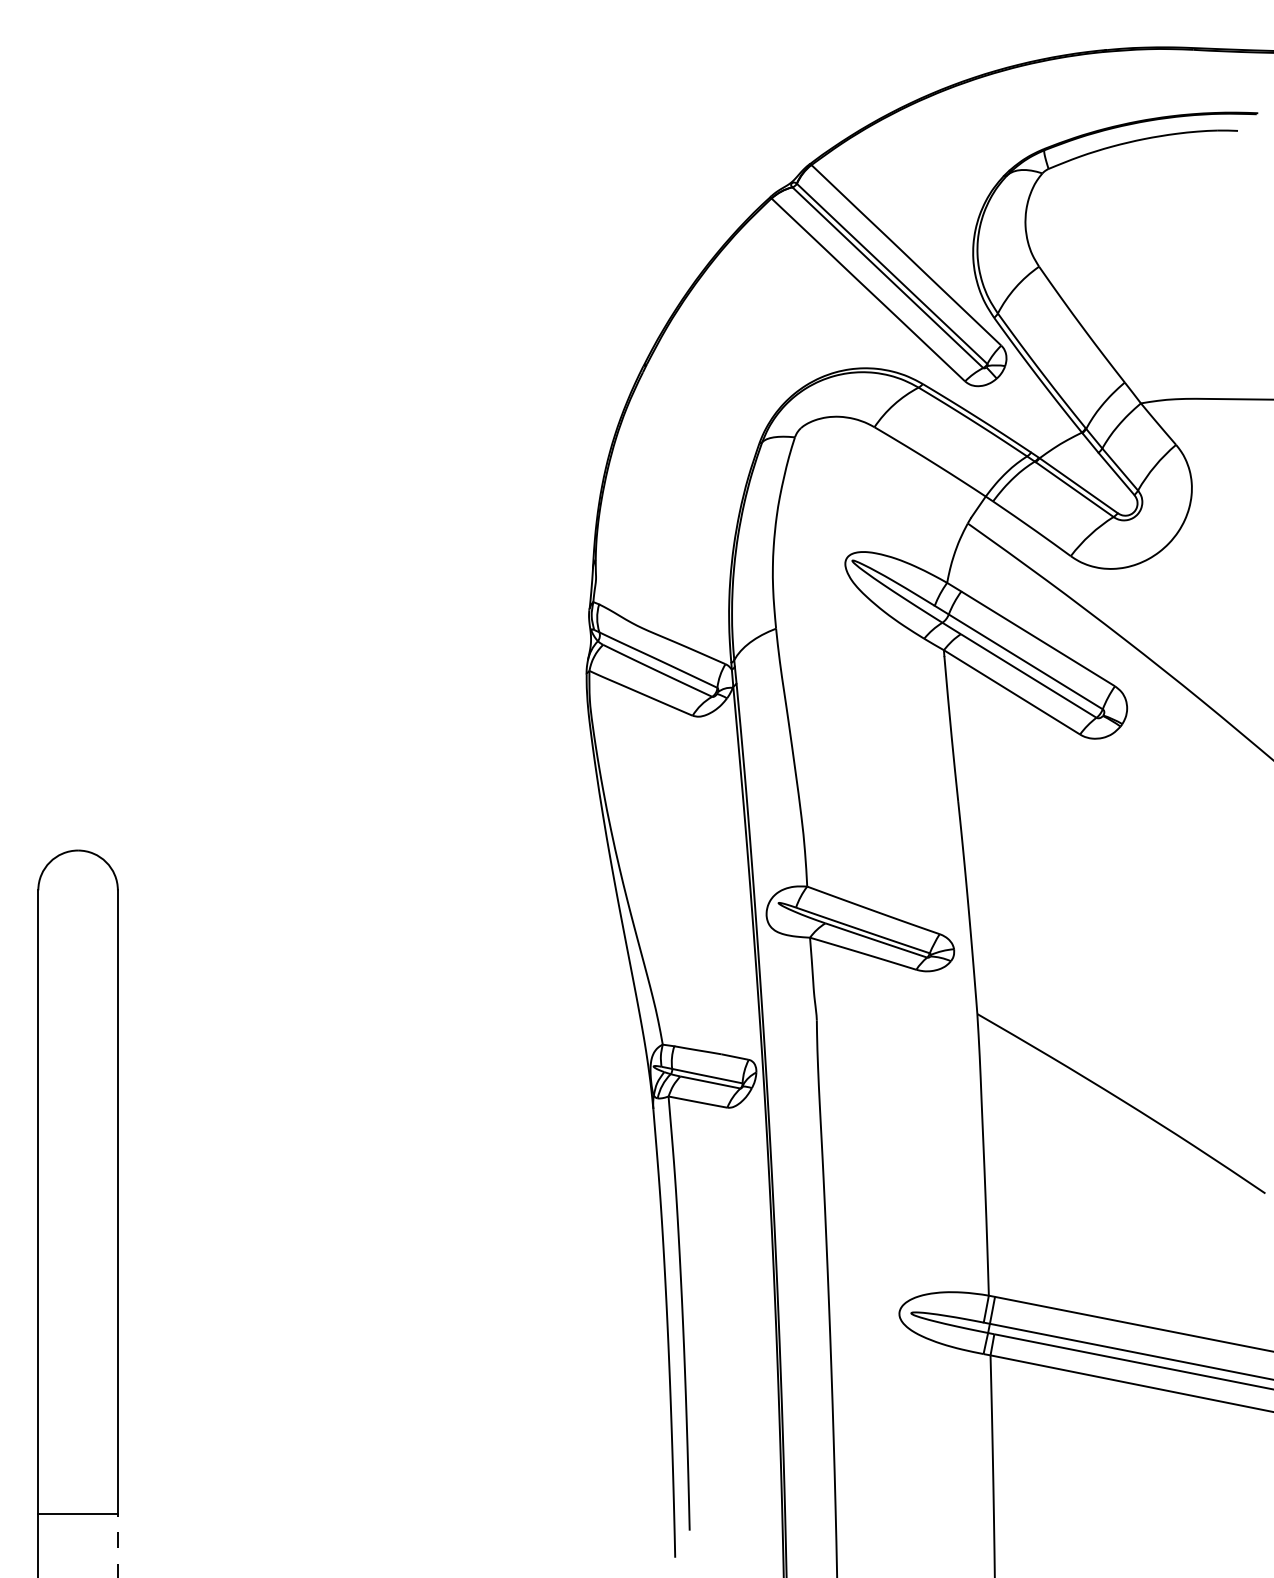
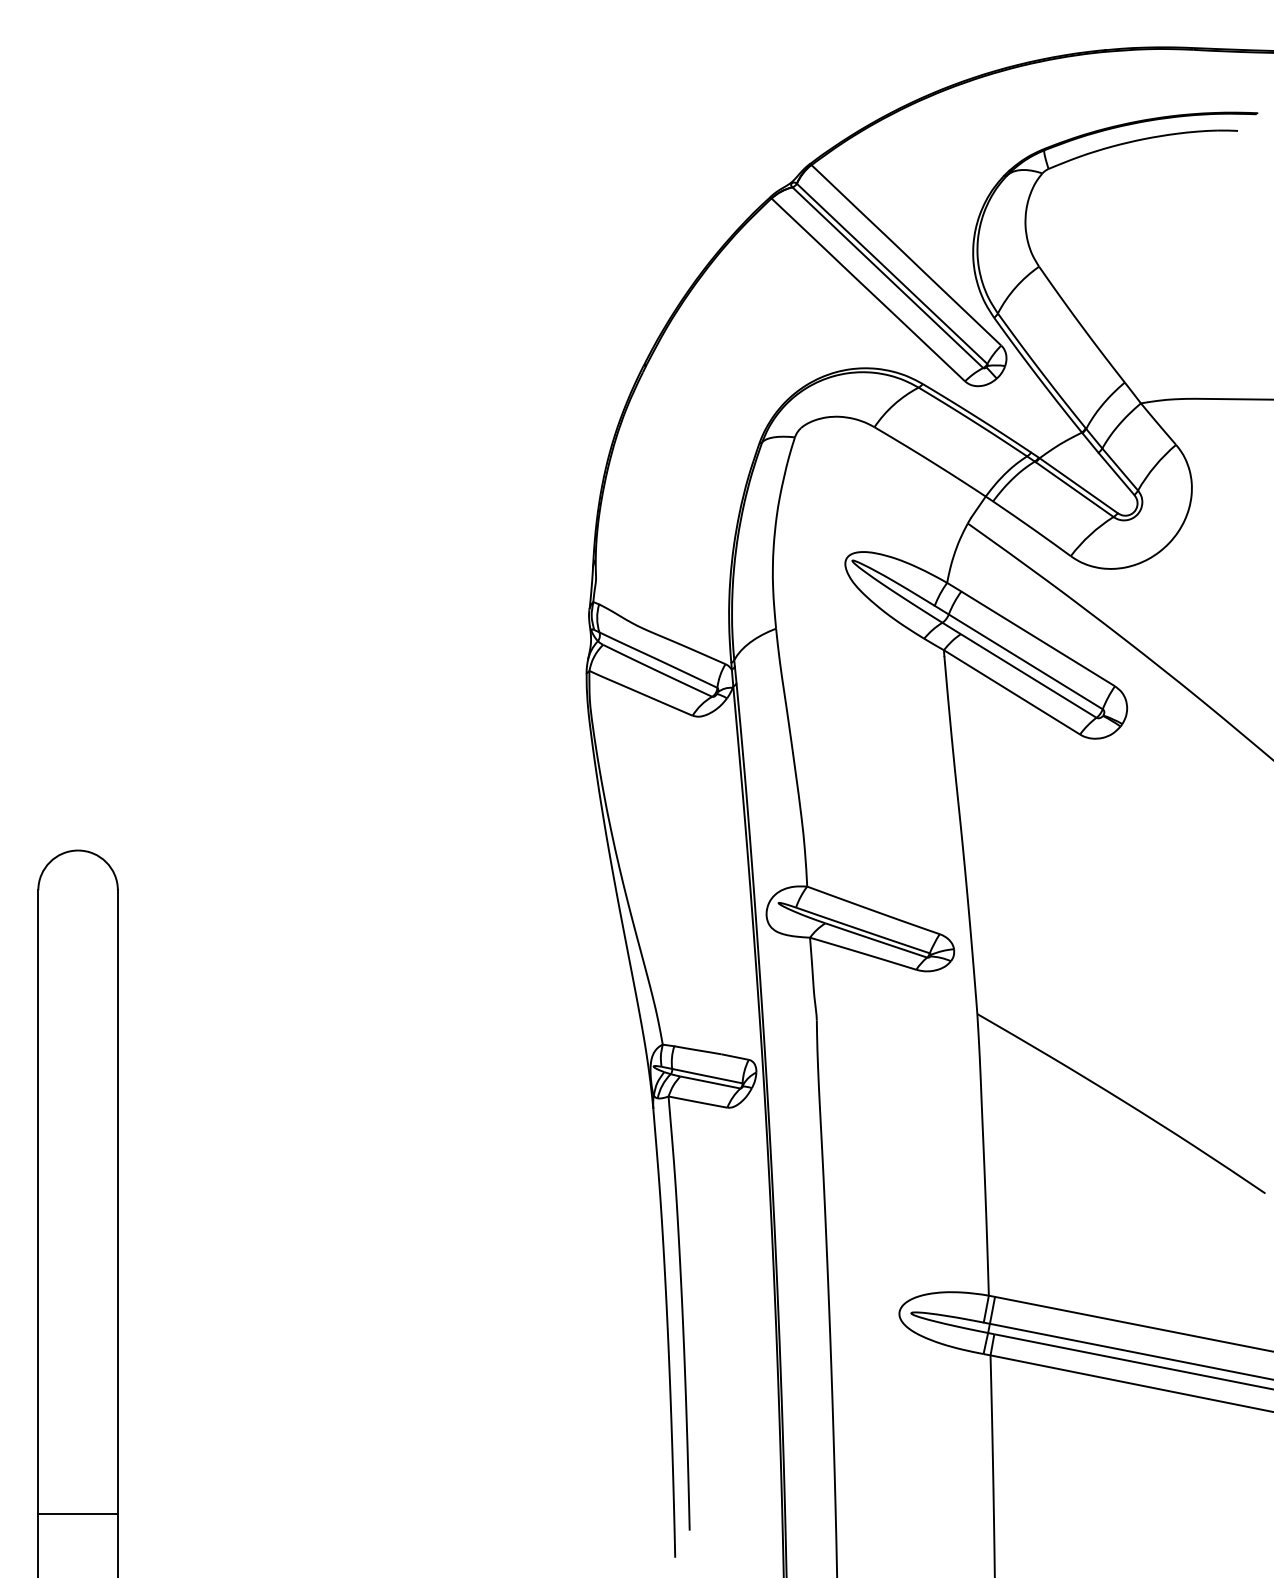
line at (117, 1545): dashed -> solid
